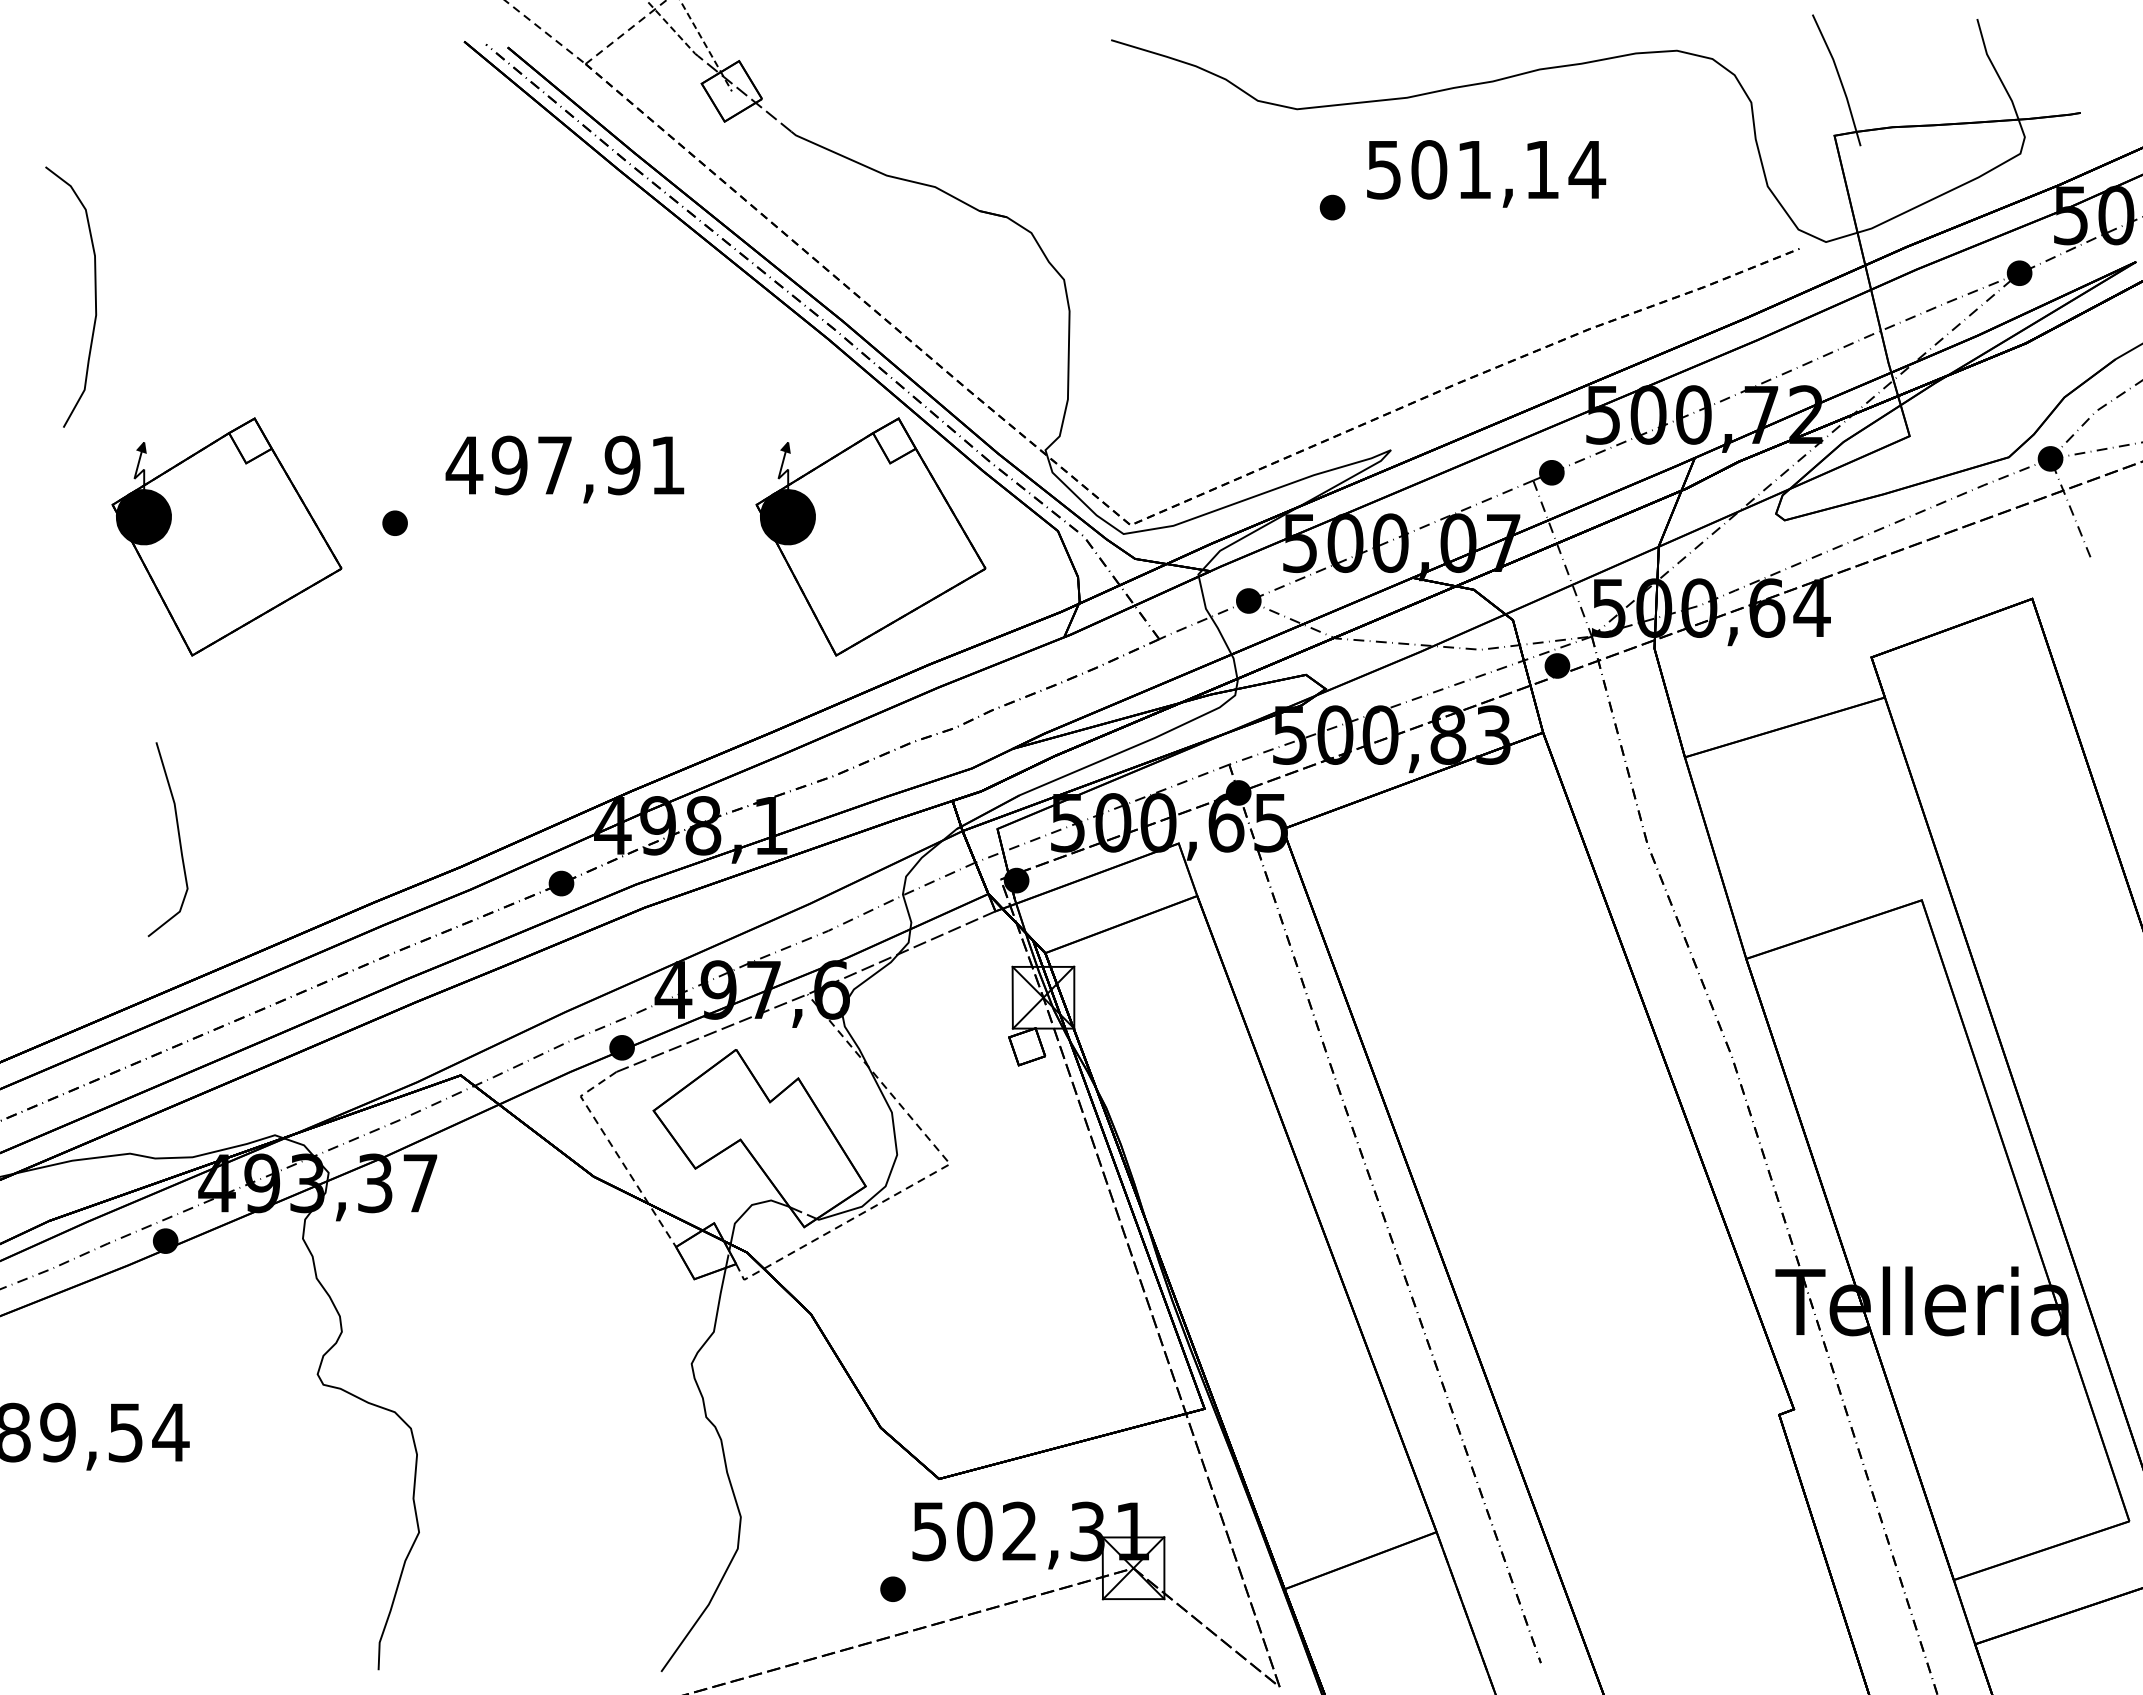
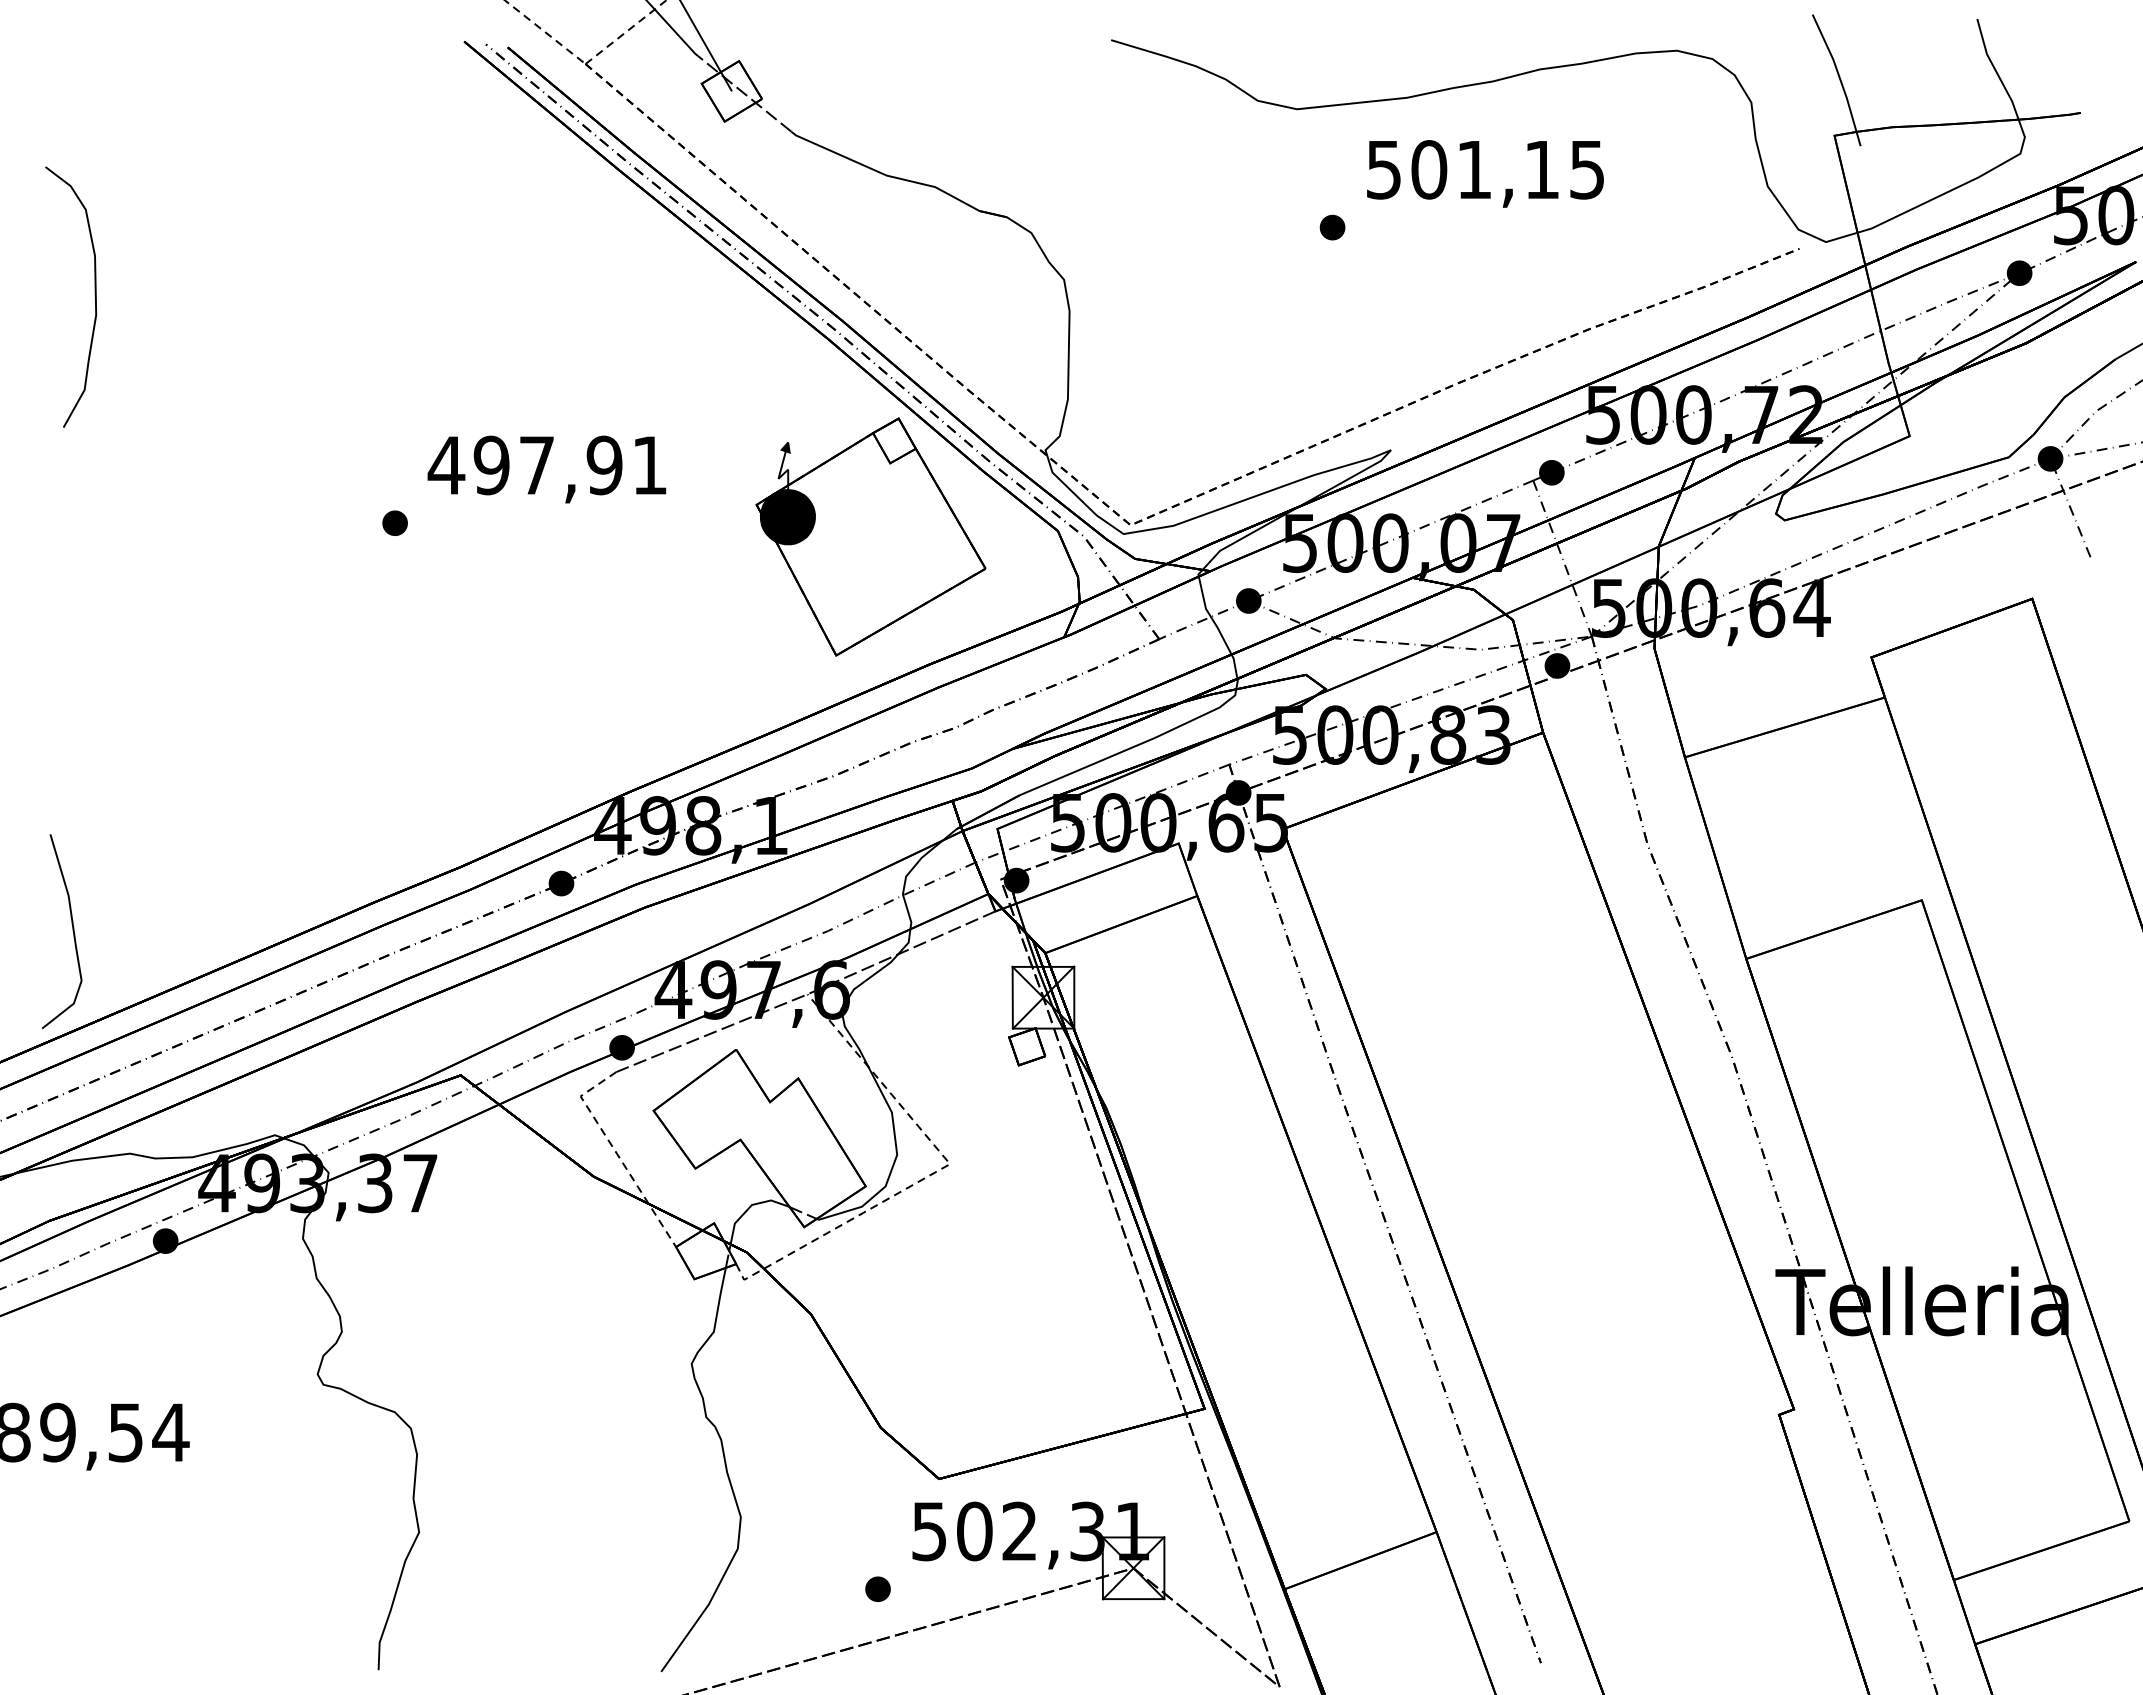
line at (672, 28): dashed -> solid
line at (706, 46): dashed -> solid
text at (1587, 170): 501,14 -> 501,15
part at (1332, 207) position: (1332, 207) -> (1332, 227)
text at (564, 469) position: (564, 469) -> (546, 469)
part at (226, 536): present -> none
curve at (178, 839) position: (178, 839) -> (72, 931)
part at (892, 1588) position: (892, 1588) -> (877, 1588)
